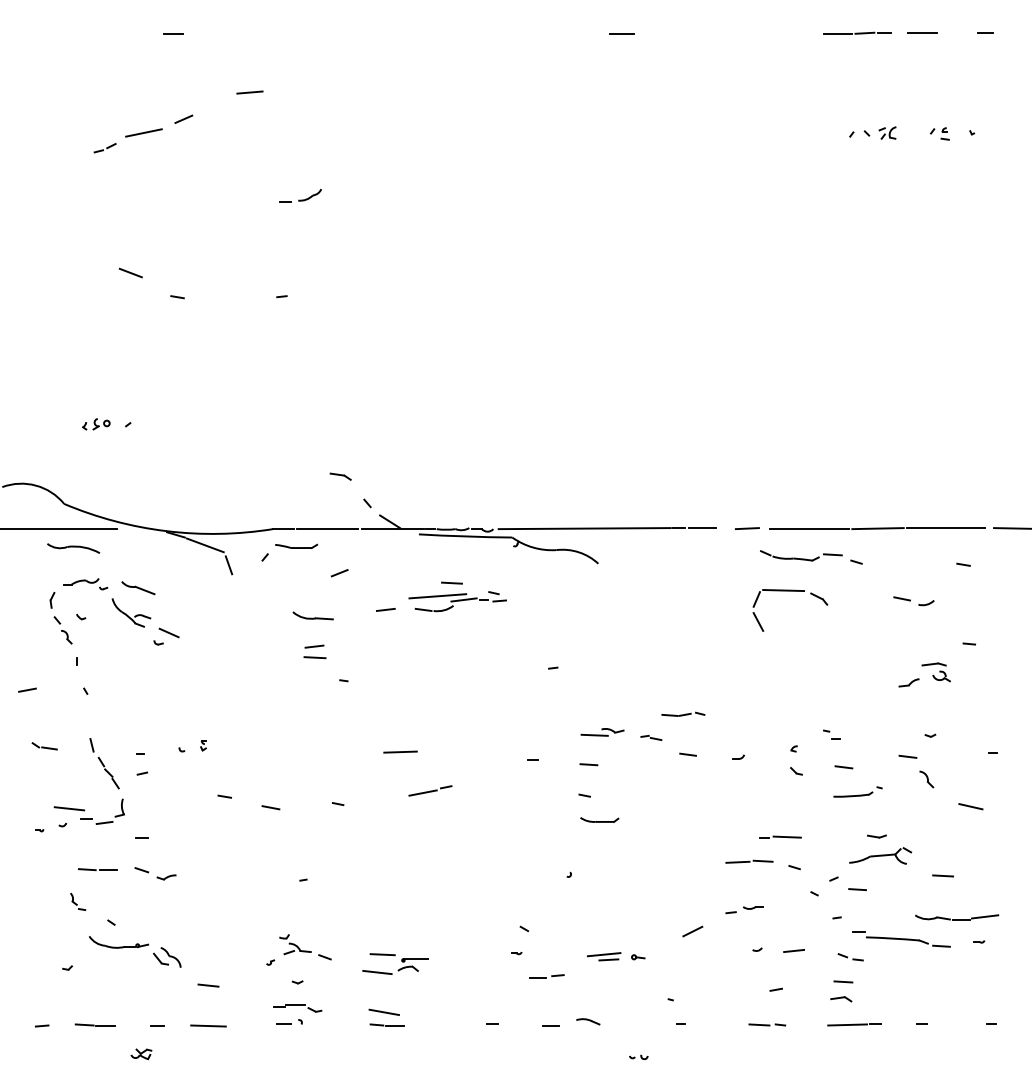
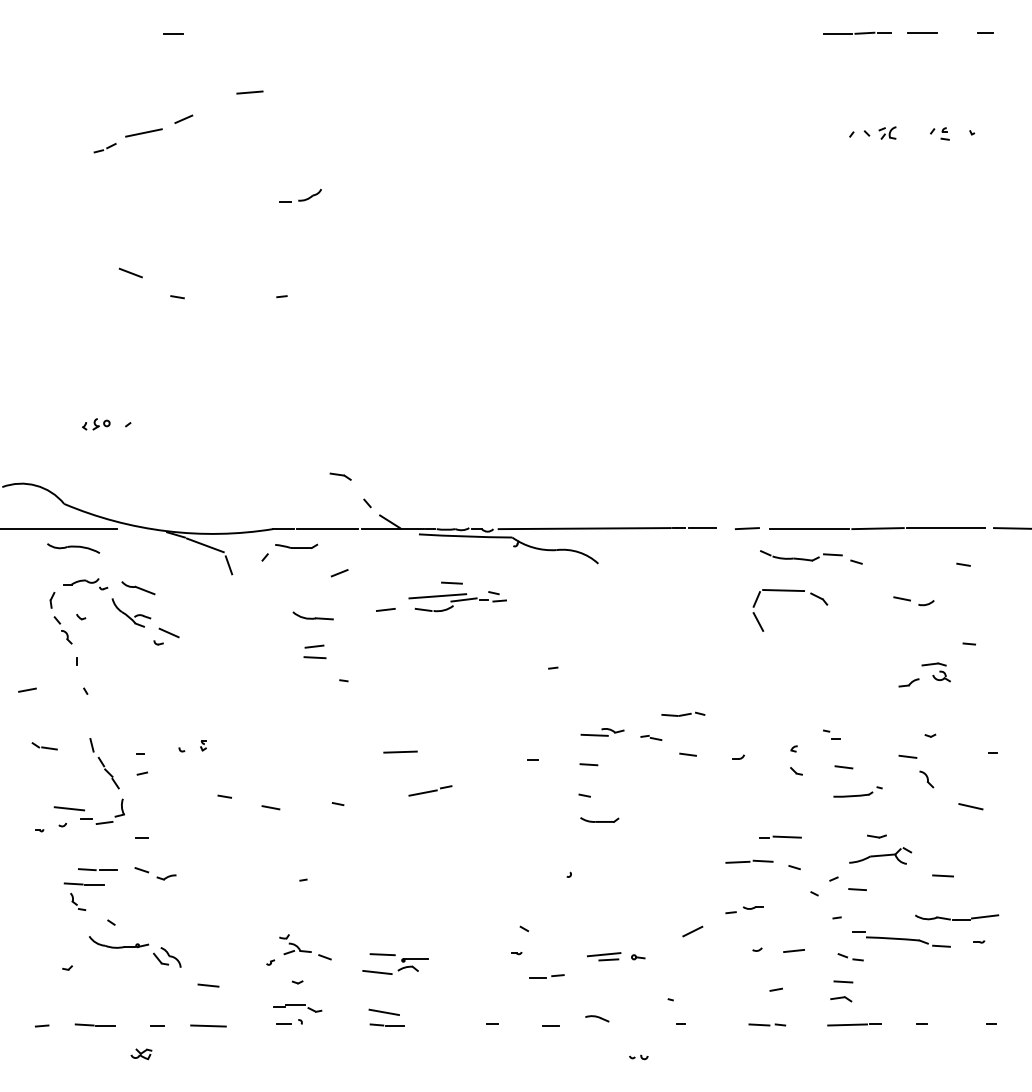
line at (621, 33): present -> none
line at (83, 883): none -> present
part at (588, 1021) position: (588, 1021) -> (597, 1018)
